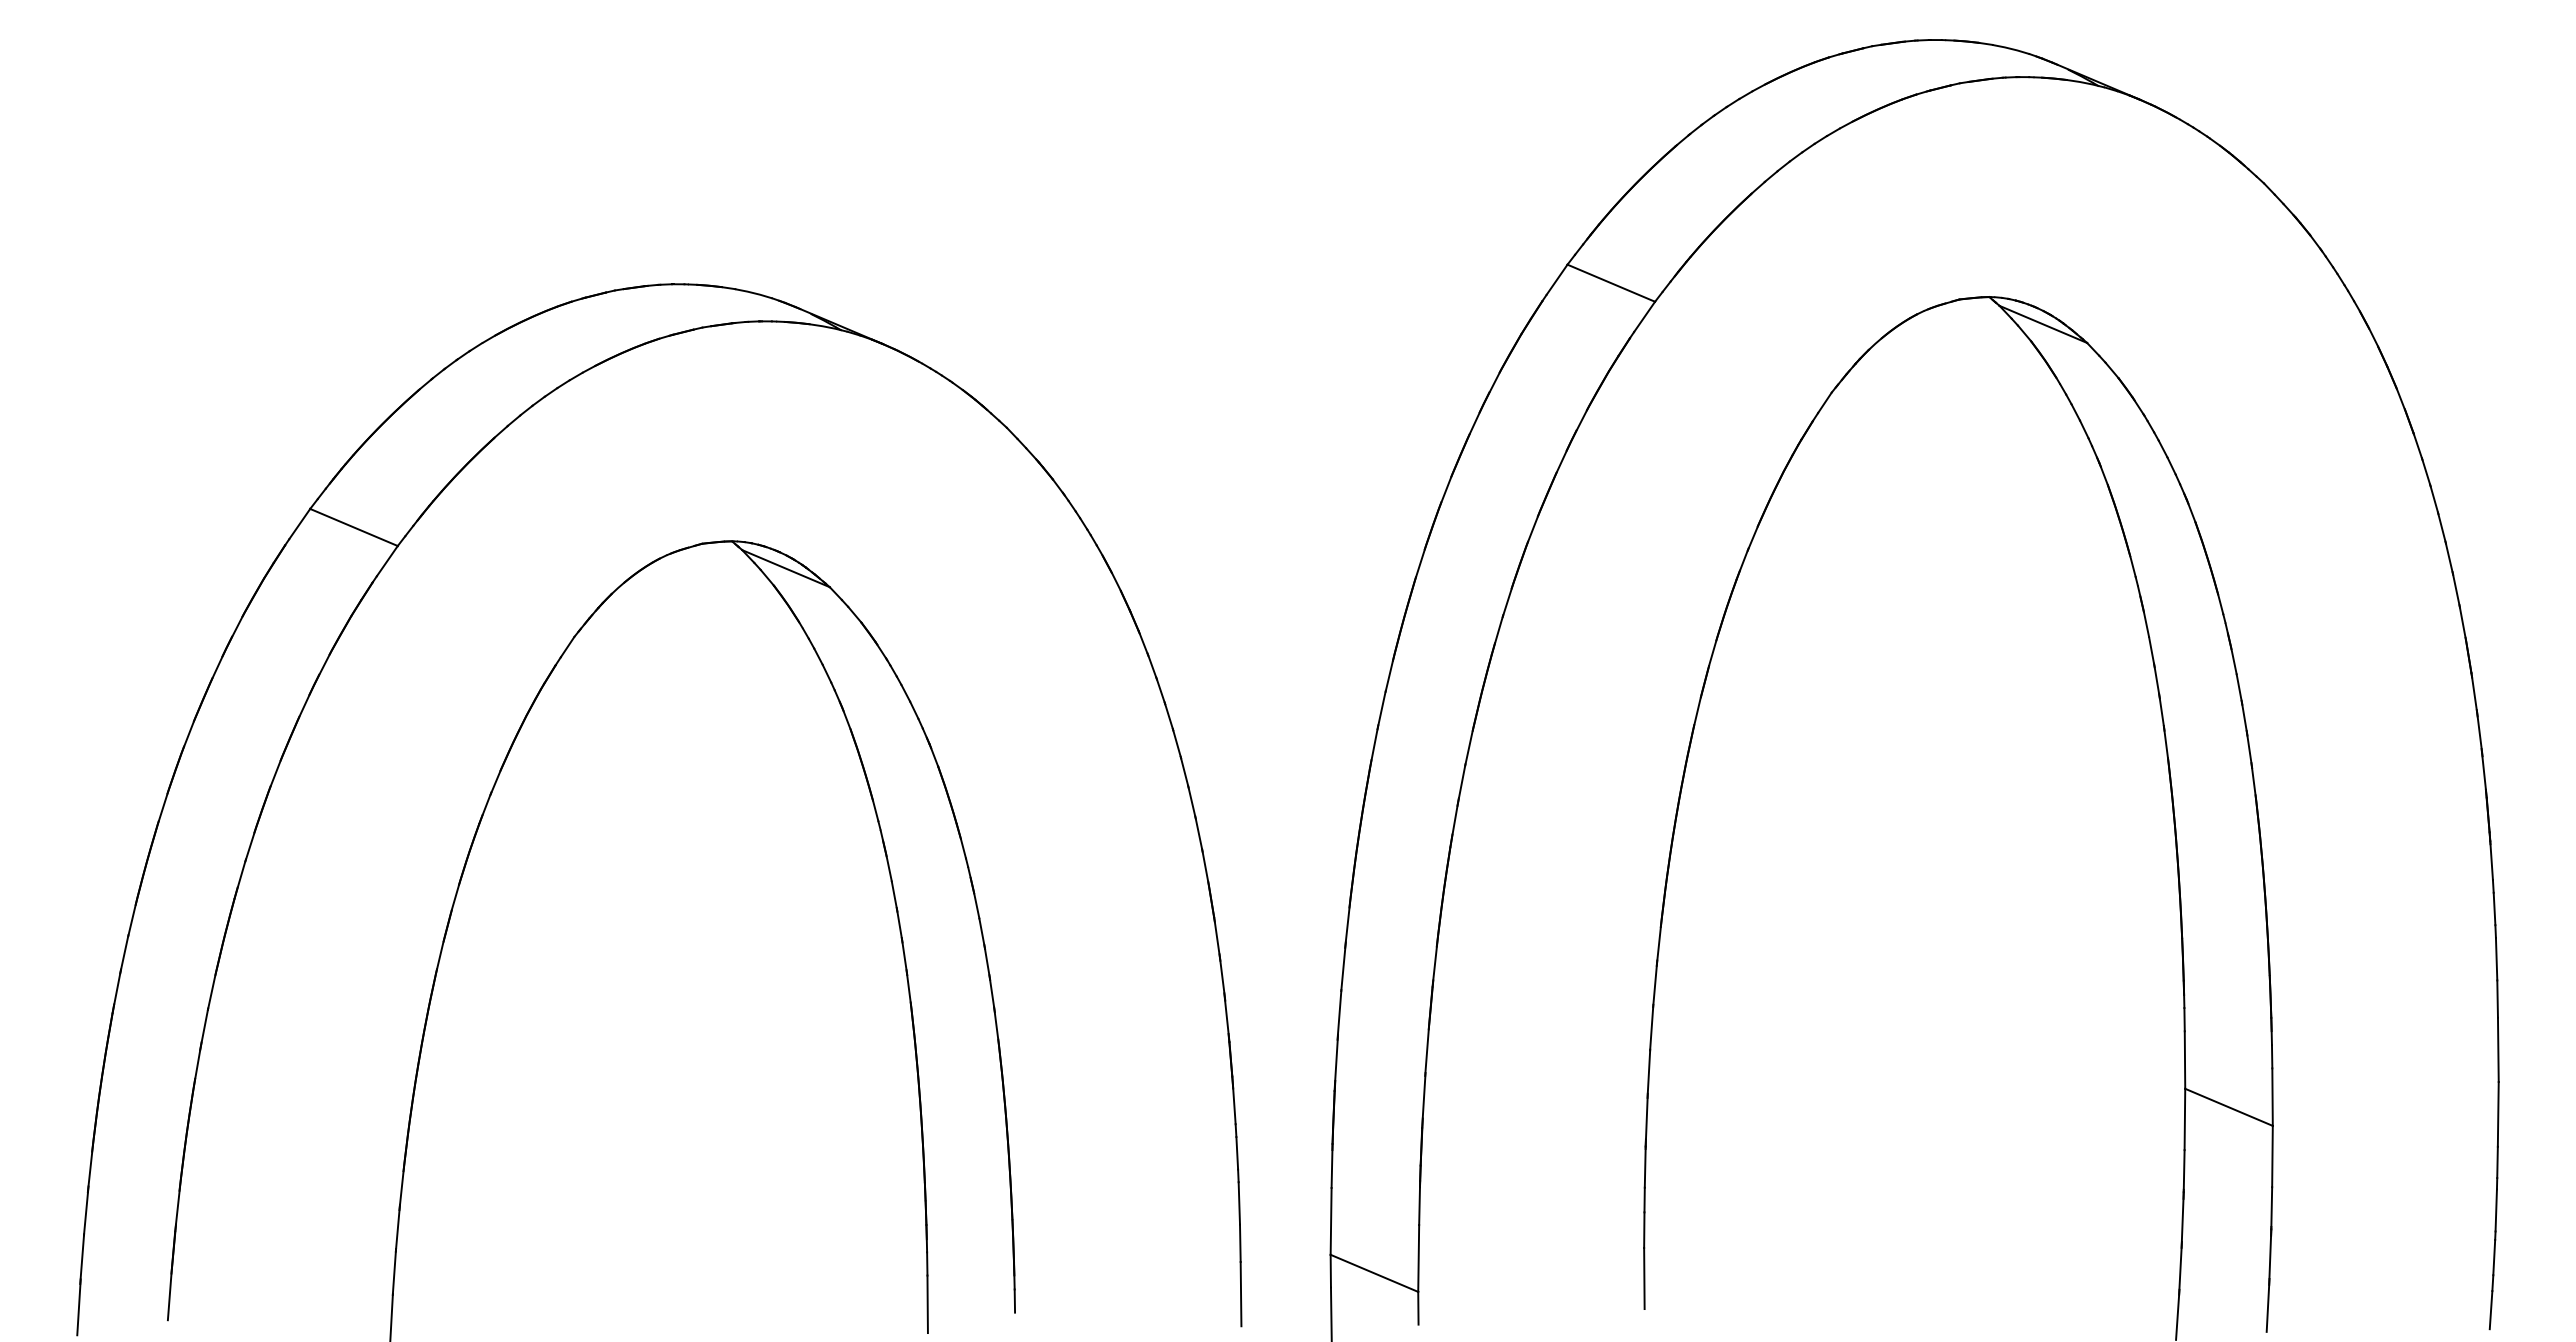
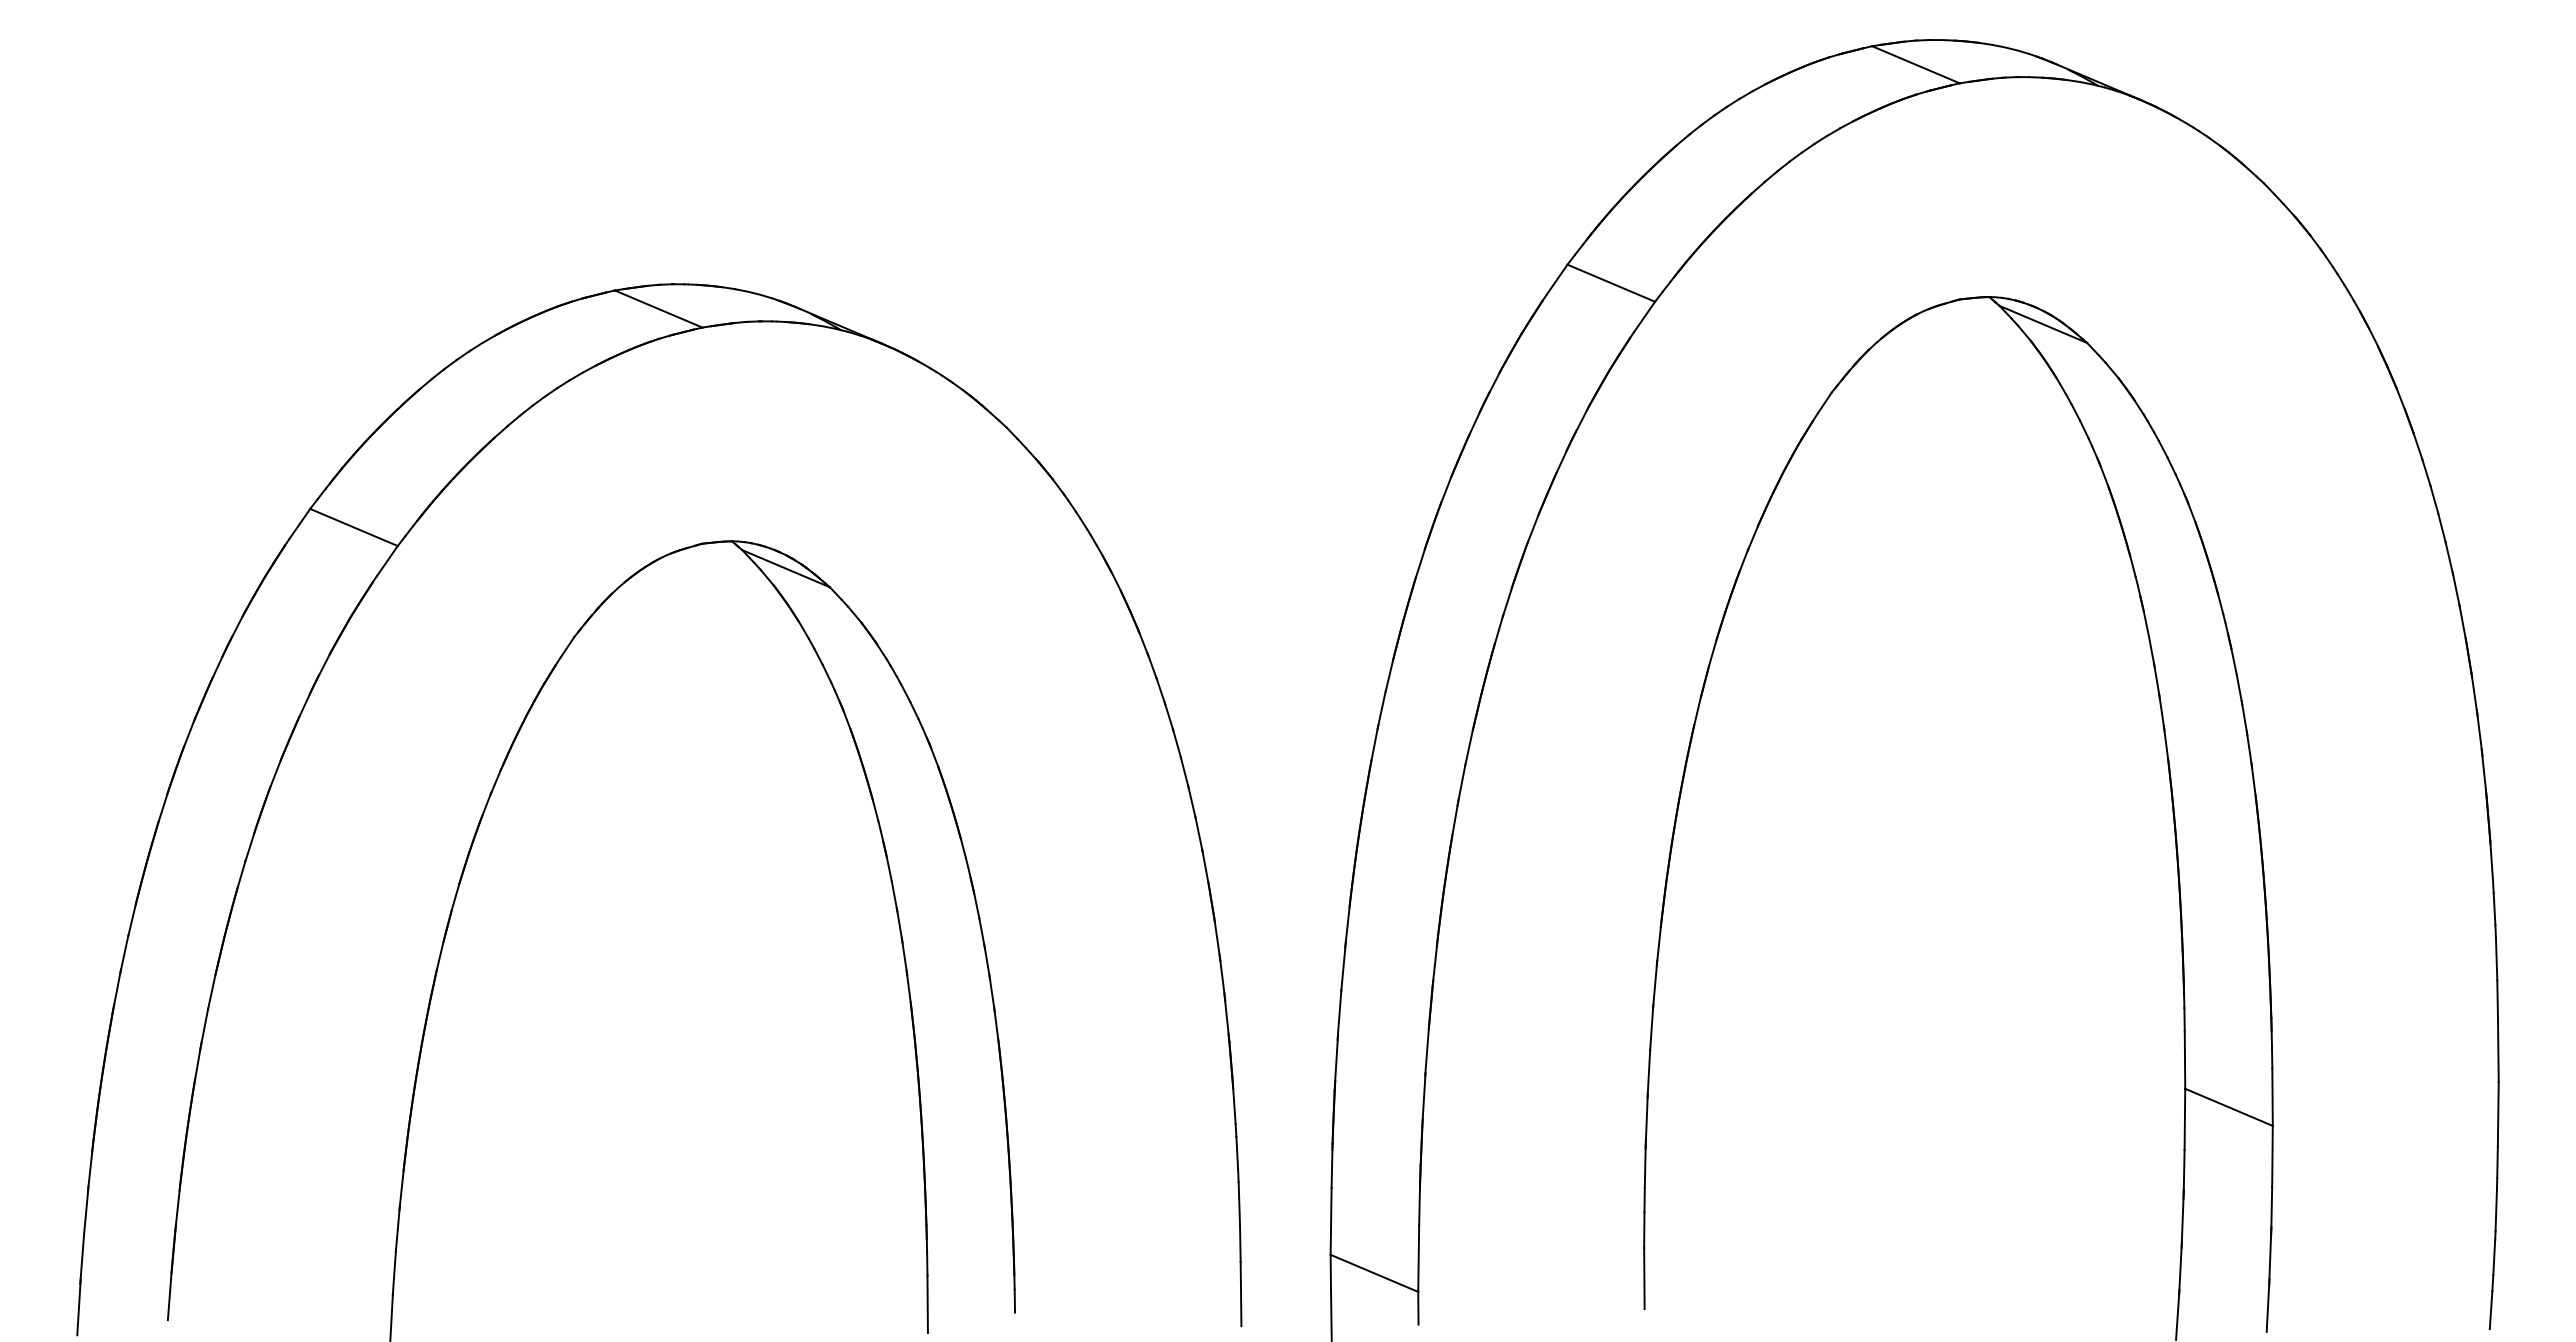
line at (1915, 64): none -> present
line at (658, 308): none -> present
